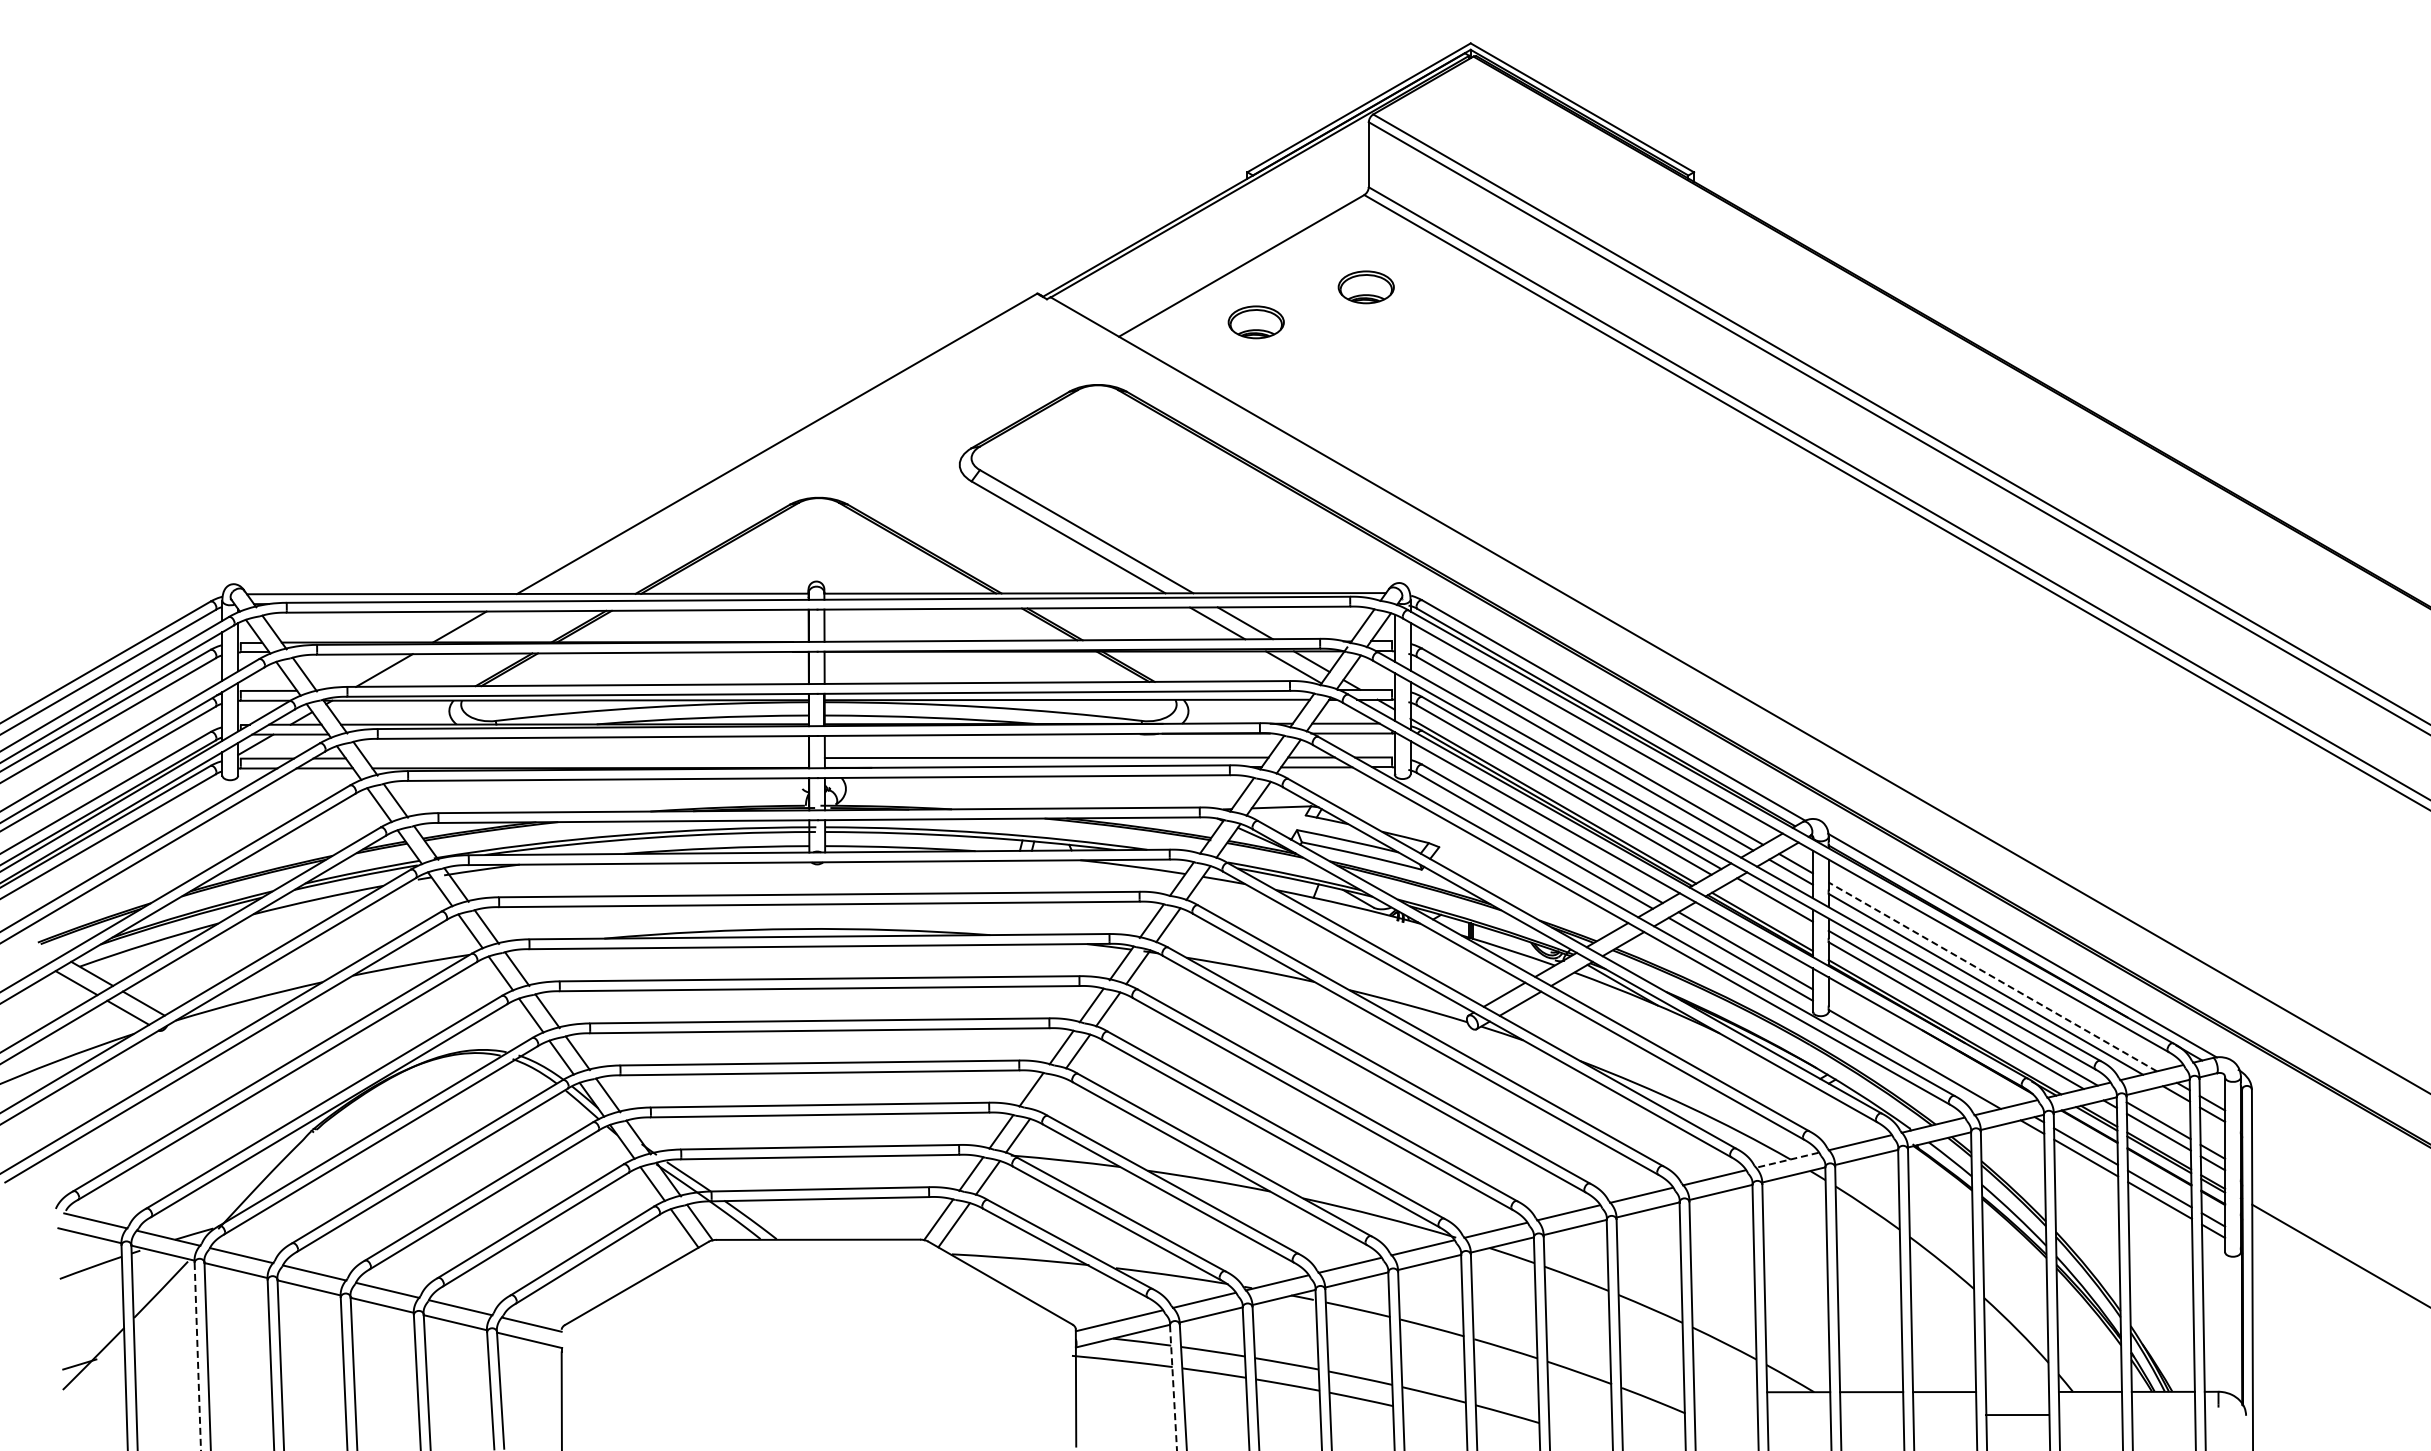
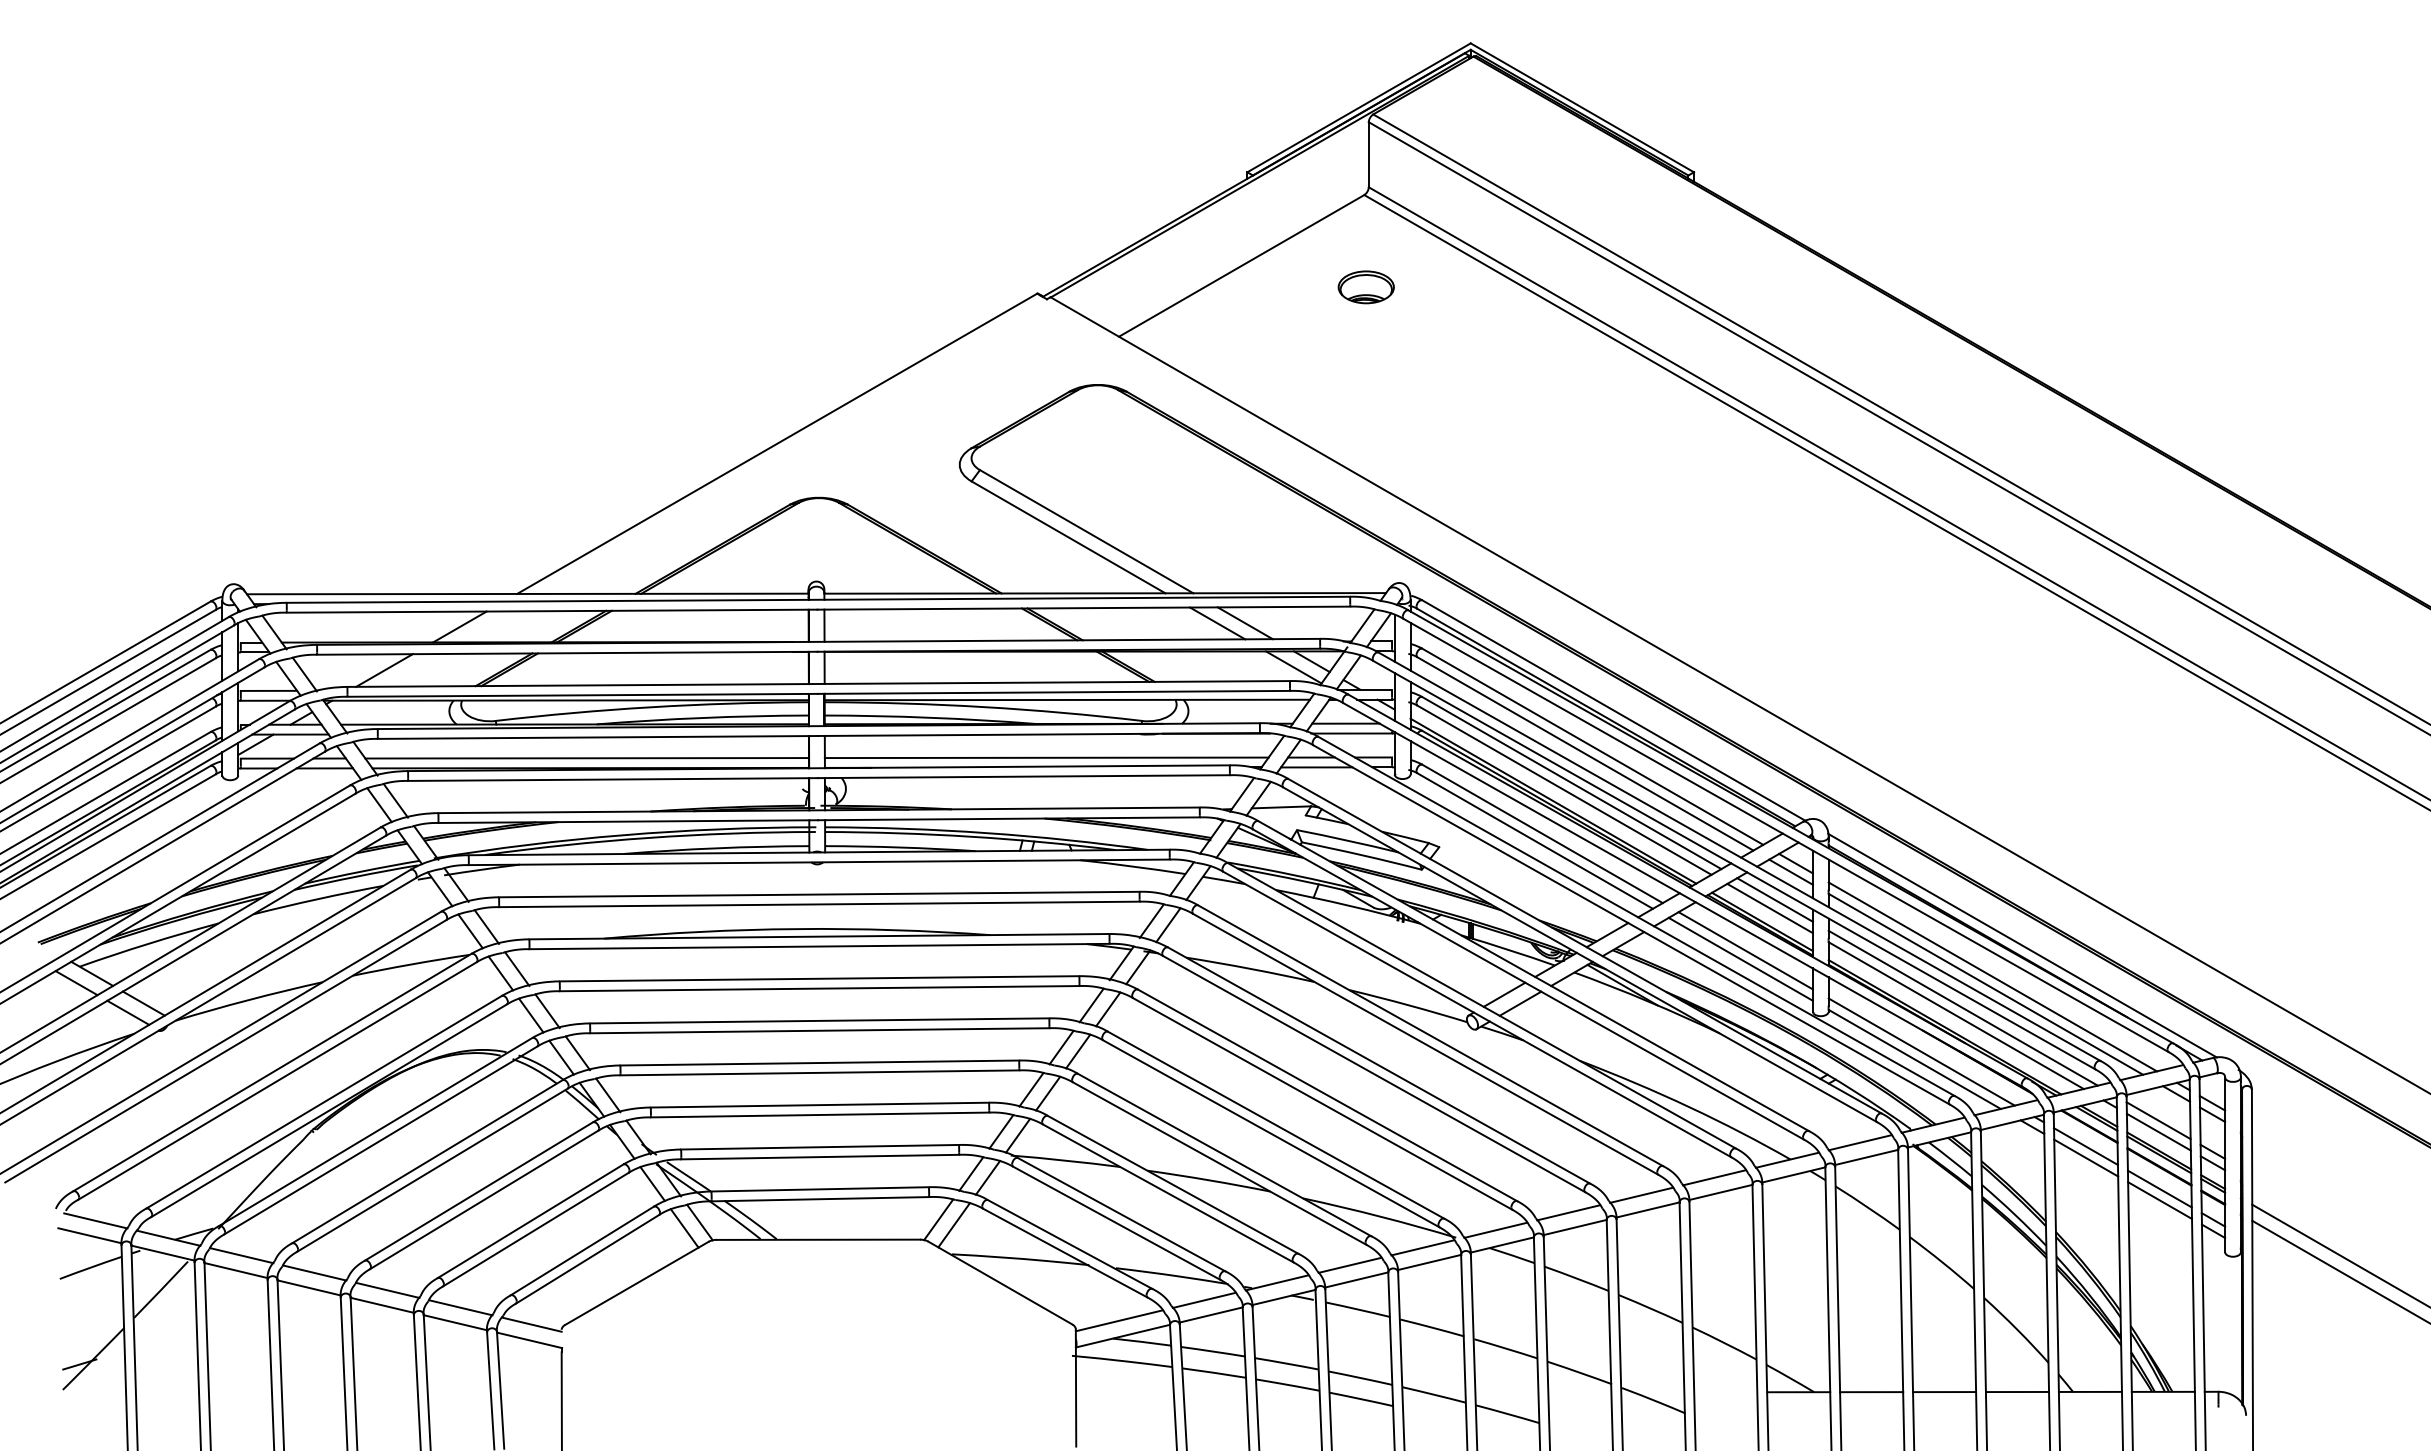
part at (1255, 322): present -> none
line at (586, 758): none -> present
line at (1769, 908): none -> present
line at (1992, 976): dashed -> solid
line at (1921, 1051): none -> present
line at (1048, 1093): none -> present
line at (1786, 1160): dashed -> solid
line at (2339, 1270): none -> present
line at (197, 1356): dashed -> solid
line at (1173, 1387): dashed -> solid
line at (2017, 1414) position: (2017, 1414) -> (2017, 1391)
